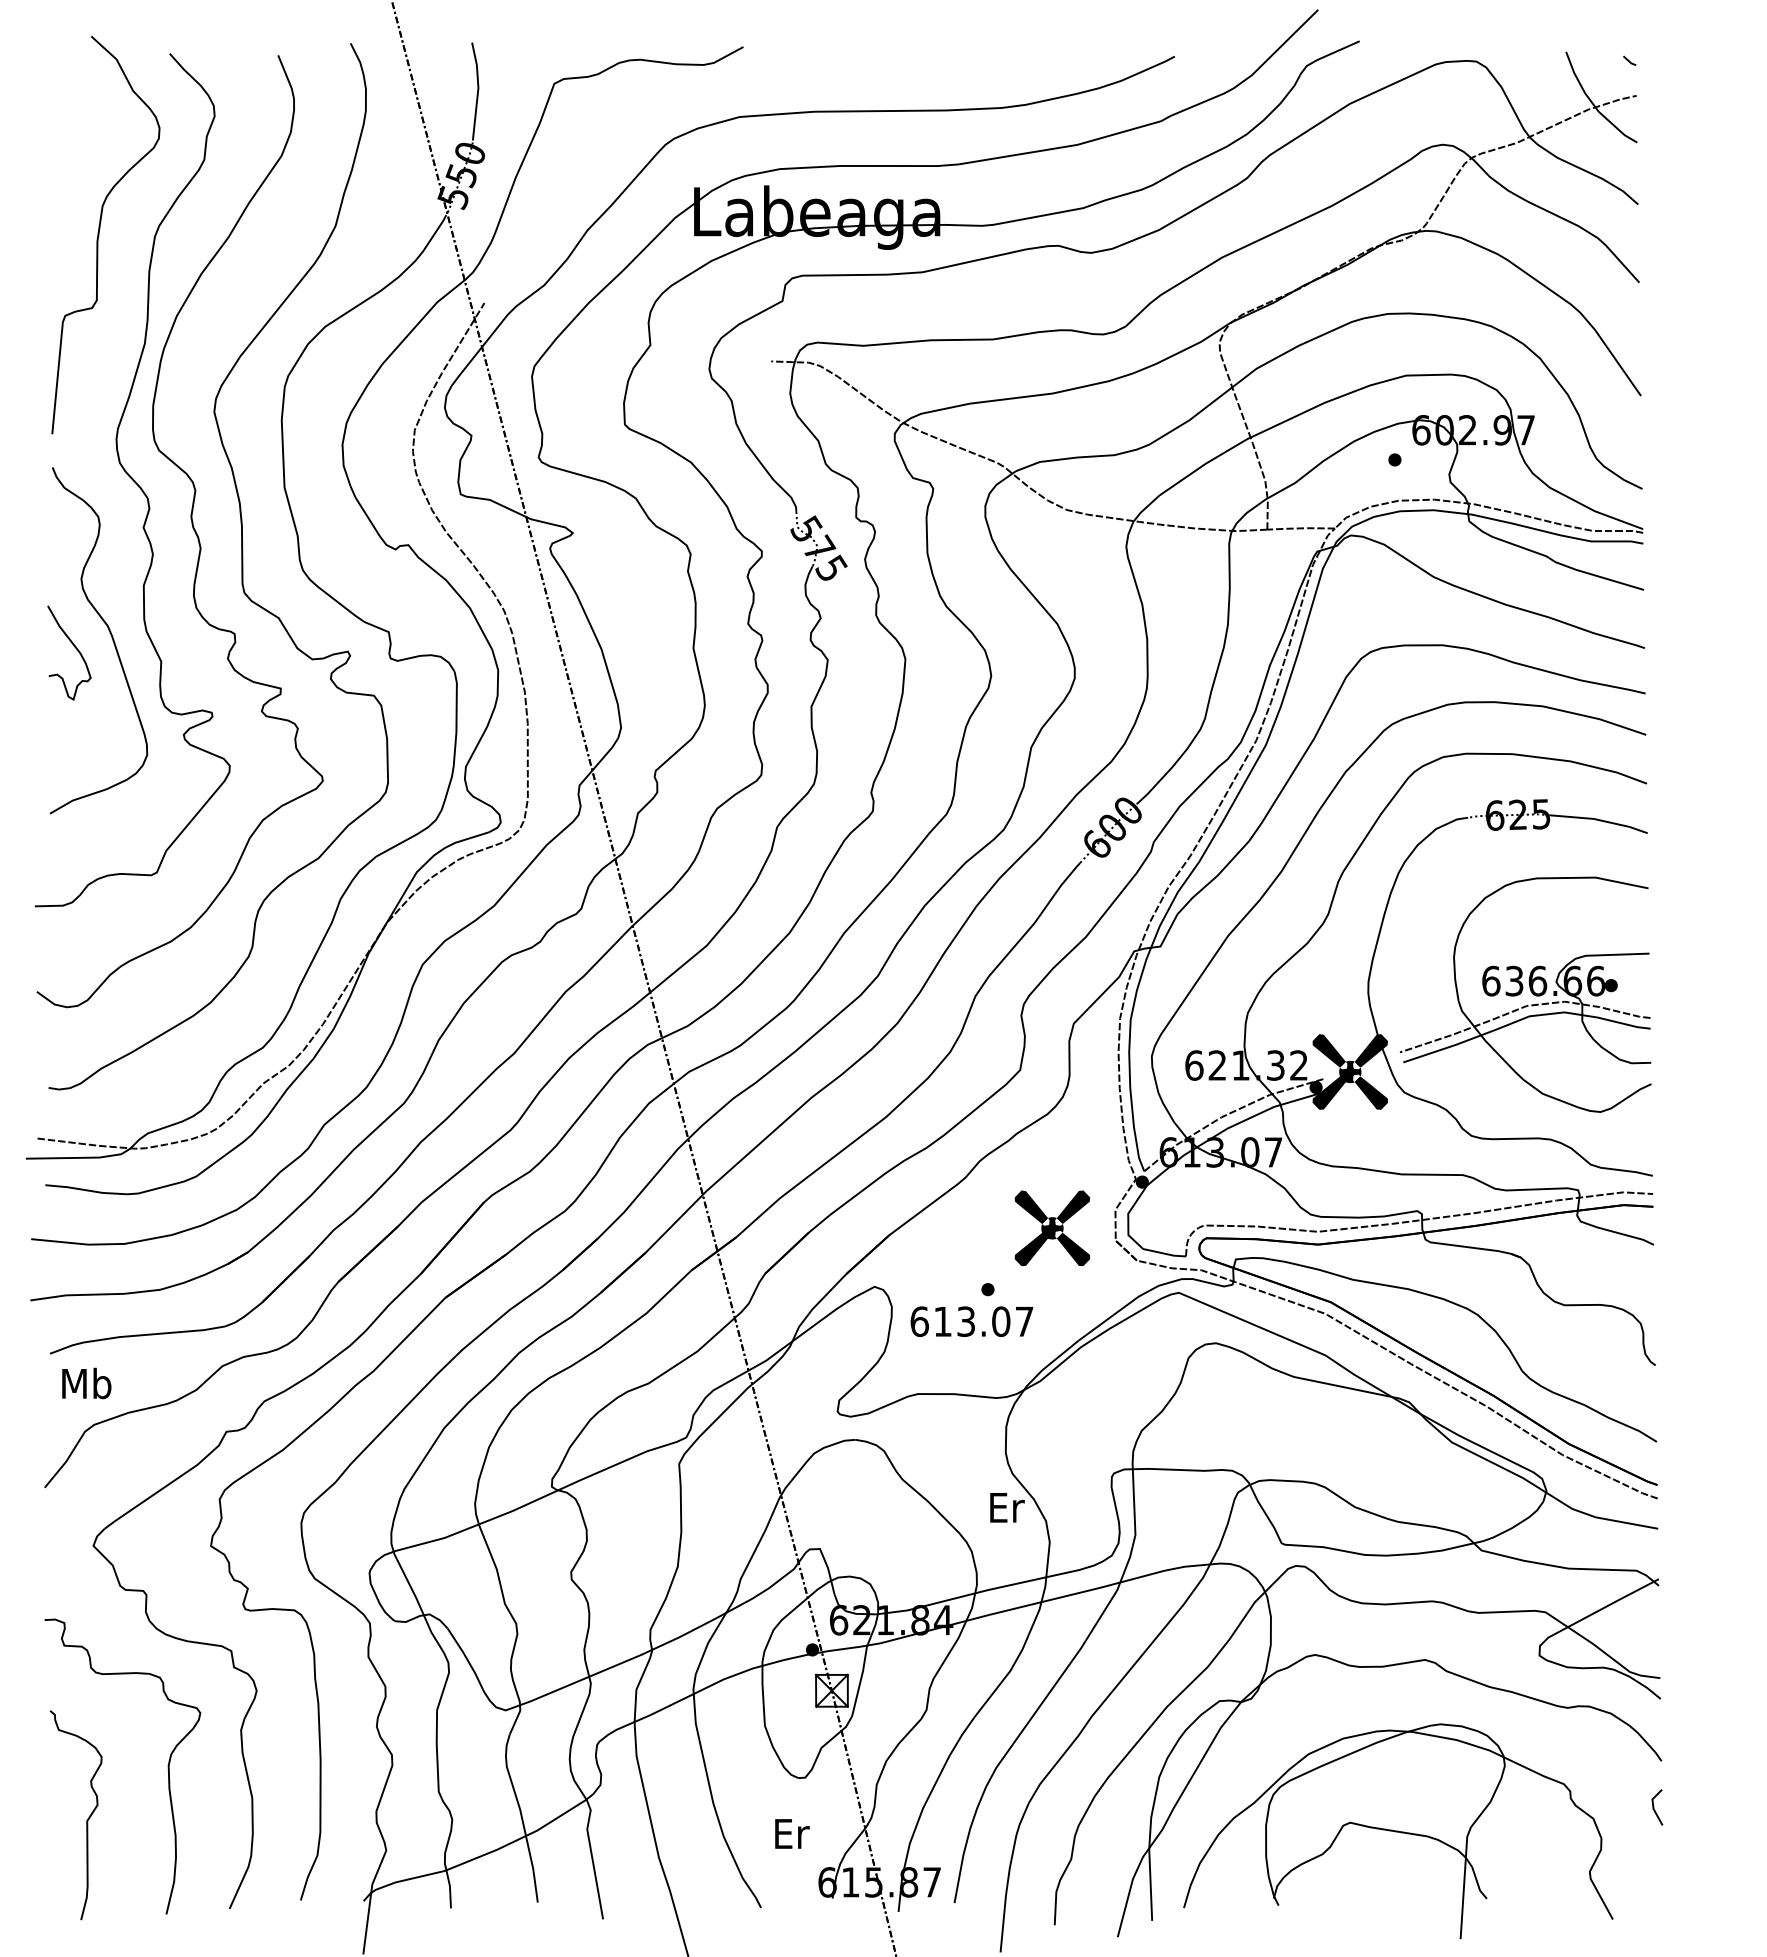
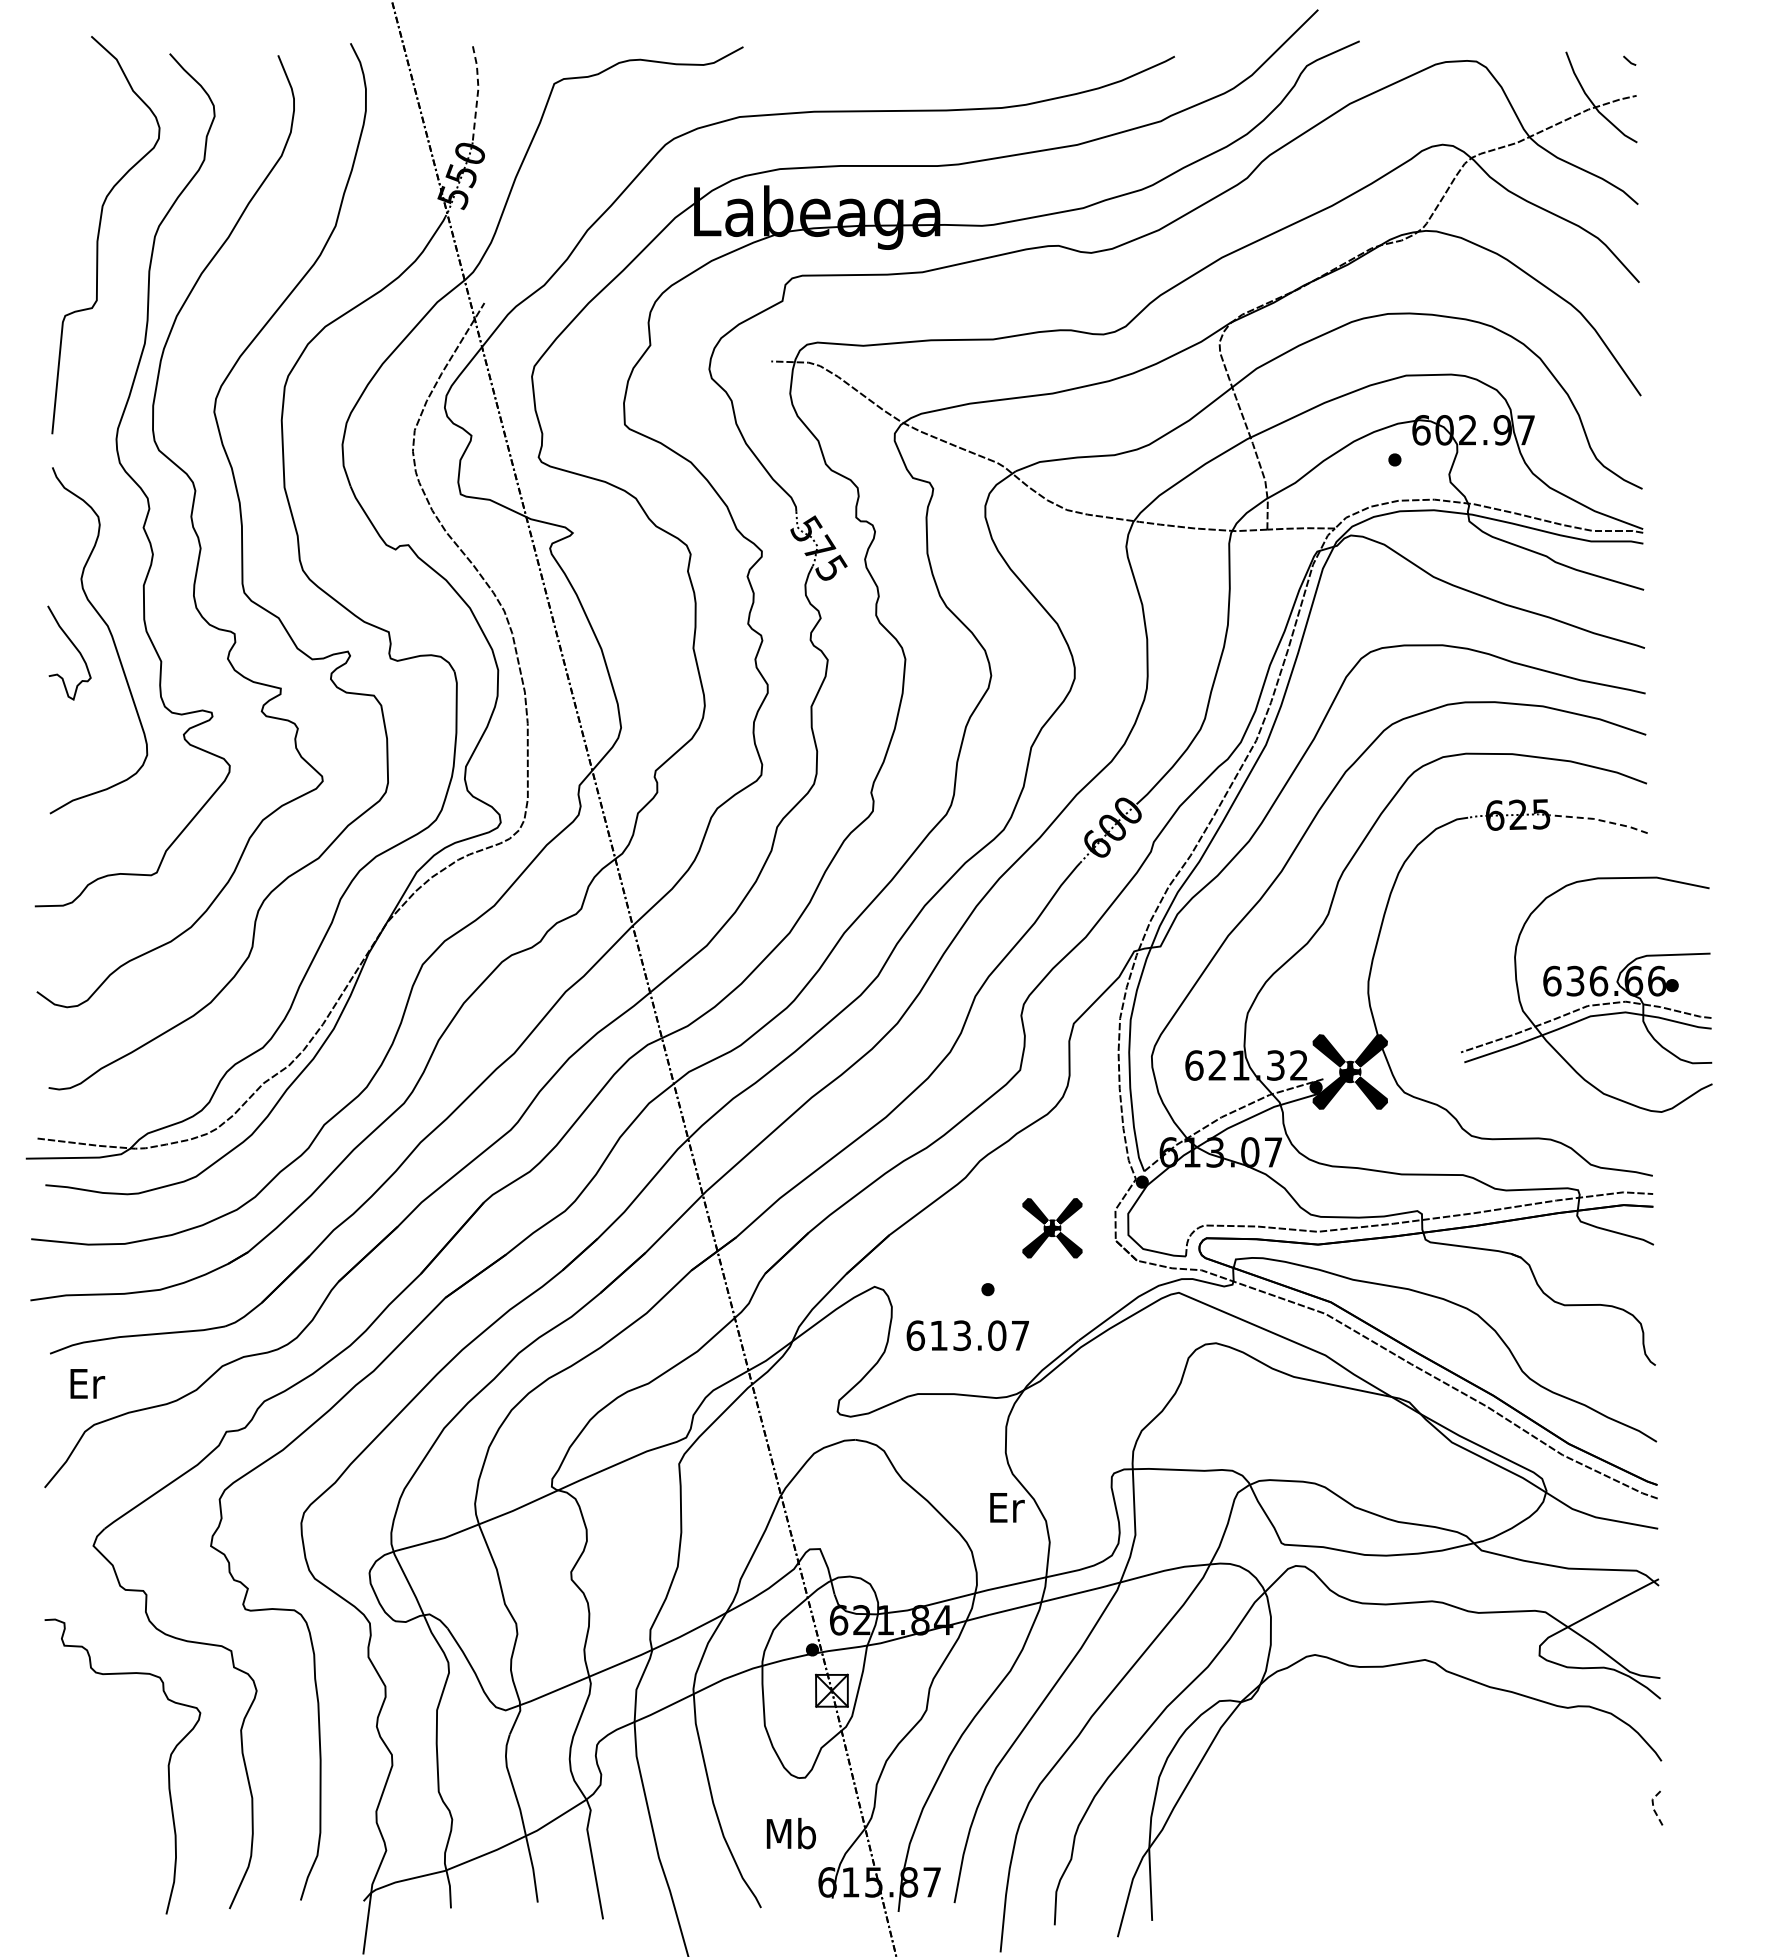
line at (478, 89): solid -> dashed
line at (1599, 820): solid -> dashed
part at (1525, 994) position: (1525, 994) -> (1586, 994)
part at (1052, 1227) size: 77x76 px -> 61x61 px
text at (971, 1321) position: (971, 1321) -> (967, 1335)
text at (86, 1383): Mb -> Er
line at (1653, 1806): solid -> dashed
curve at (86, 1820): present -> none
part at (1398, 1831): present -> none
text at (791, 1833): Er -> Mb
